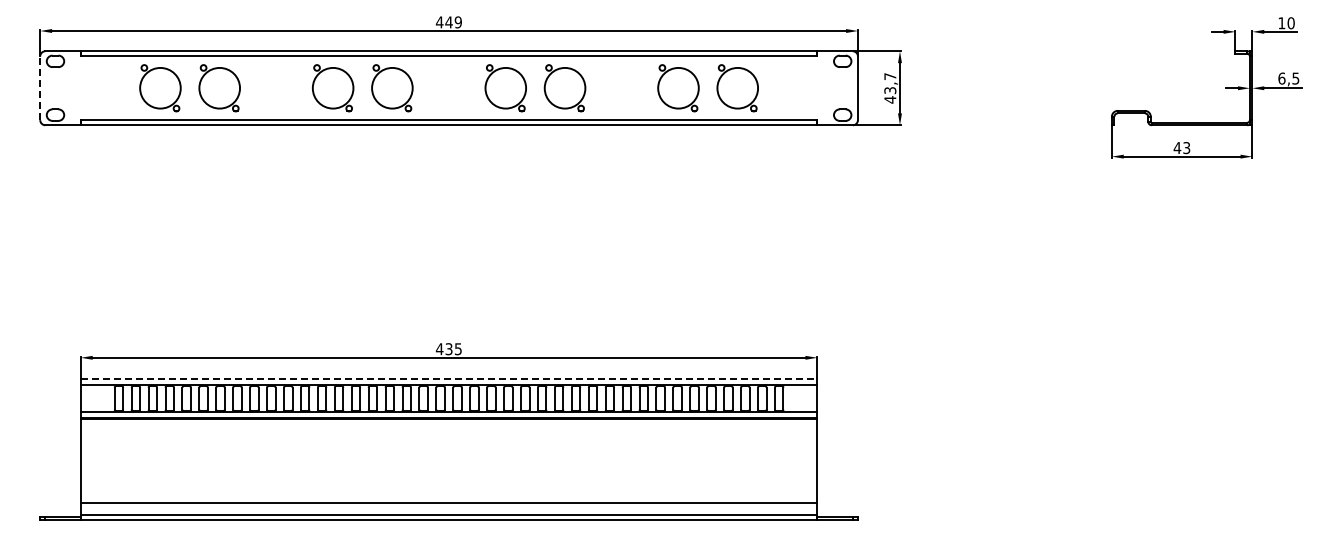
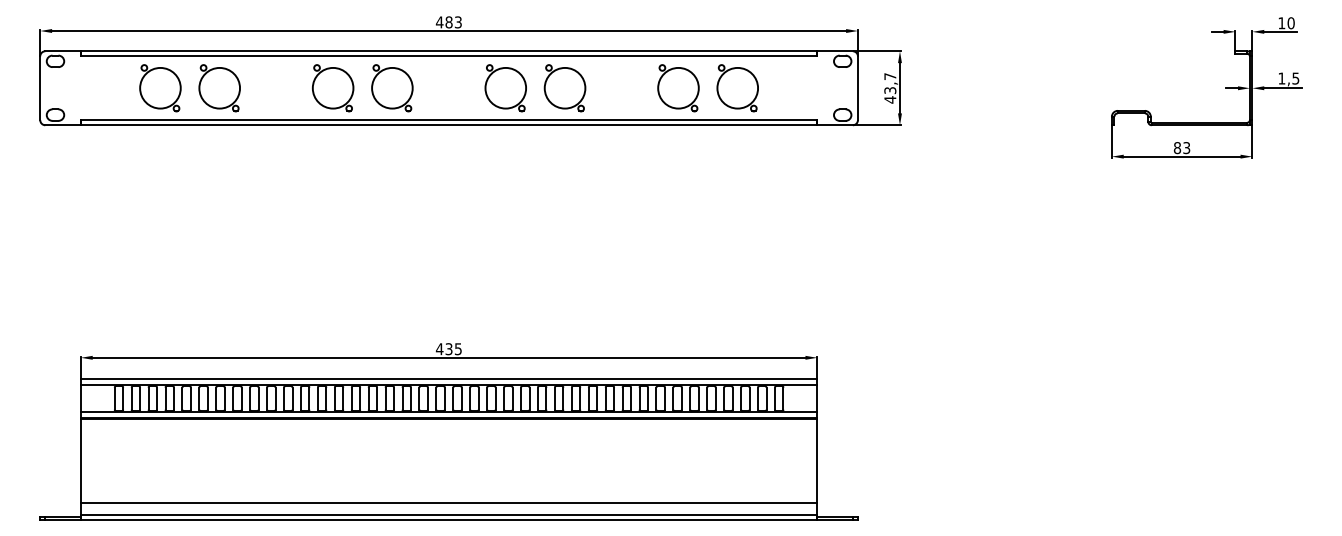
text at (453, 22): 449 -> 483
text at (1281, 78): 6,5 -> 1,5
line at (40, 88): dashed -> solid
text at (1177, 148): 43 -> 83
line at (449, 379): dashed -> solid
